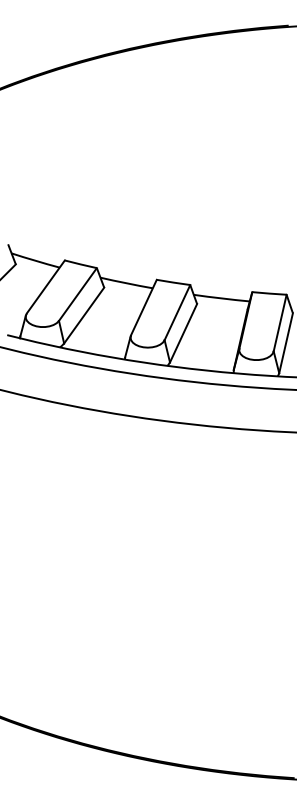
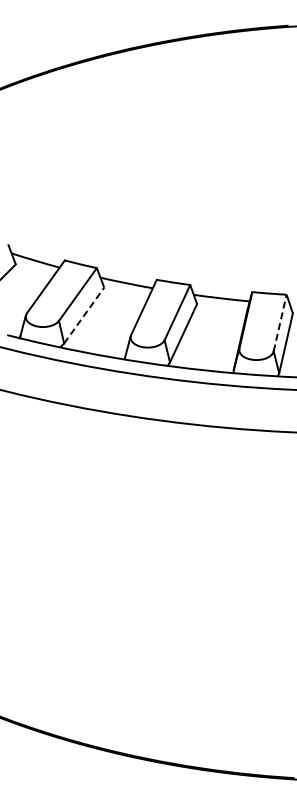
line at (84, 315): solid -> dashed
line at (280, 322): solid -> dashed
